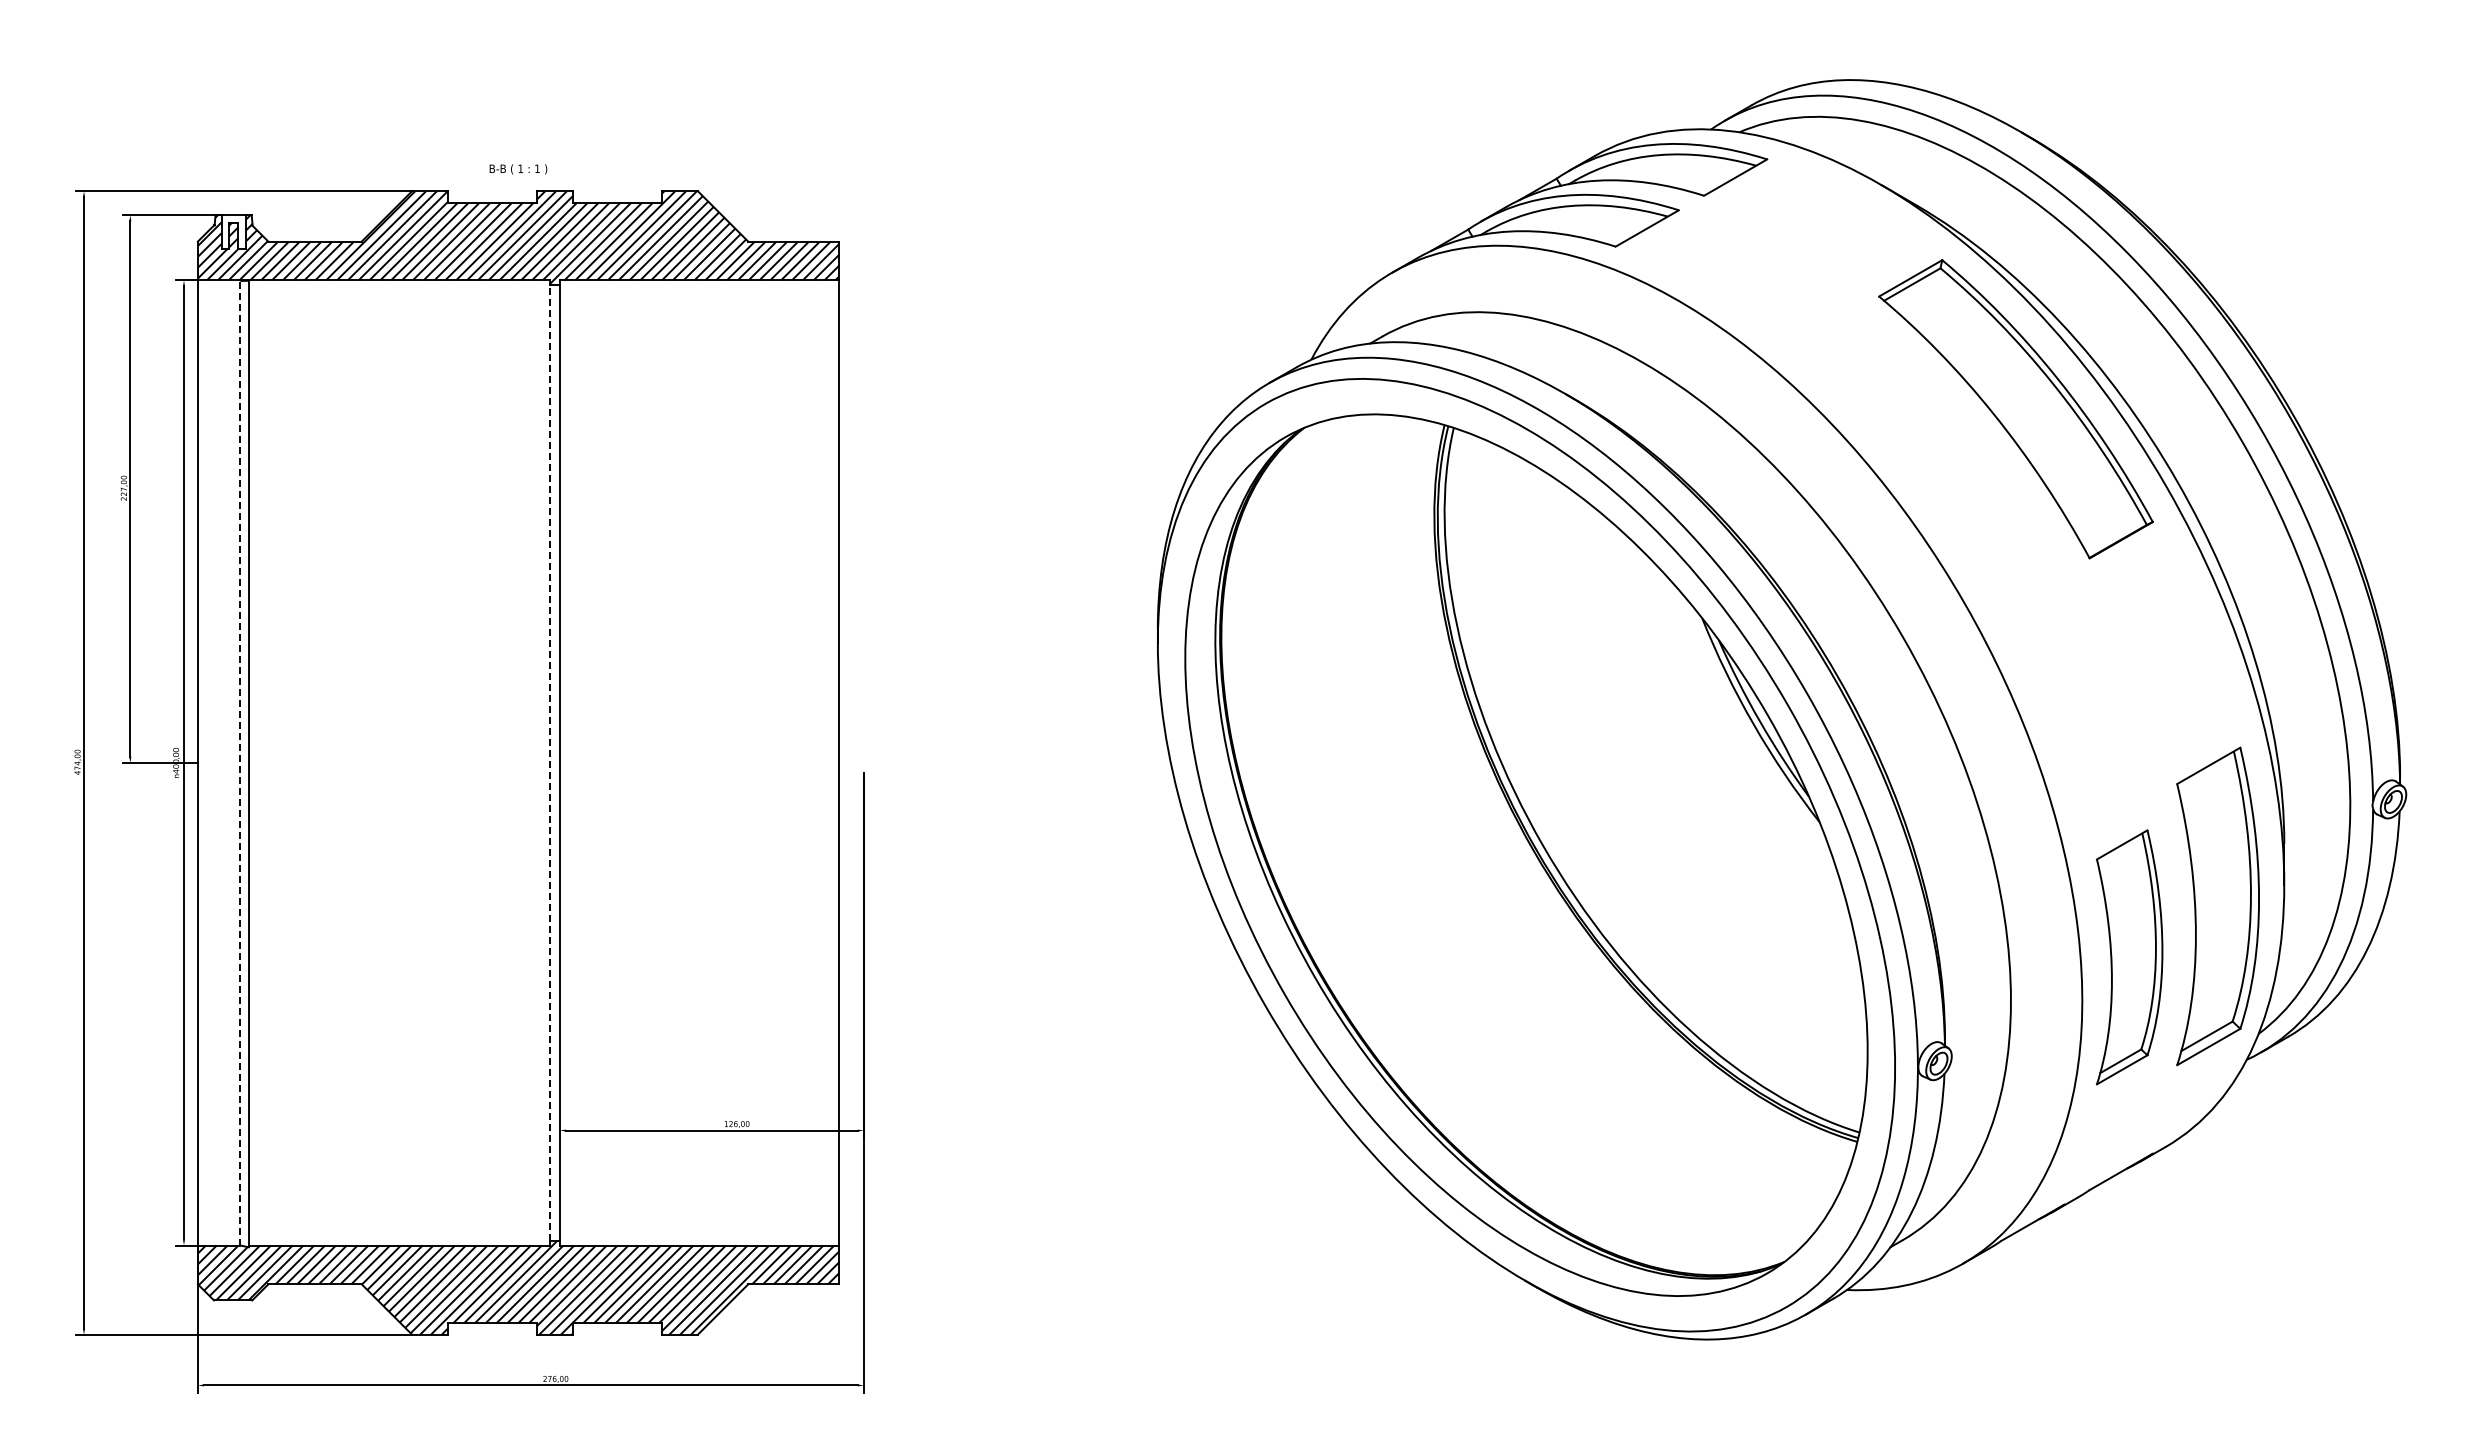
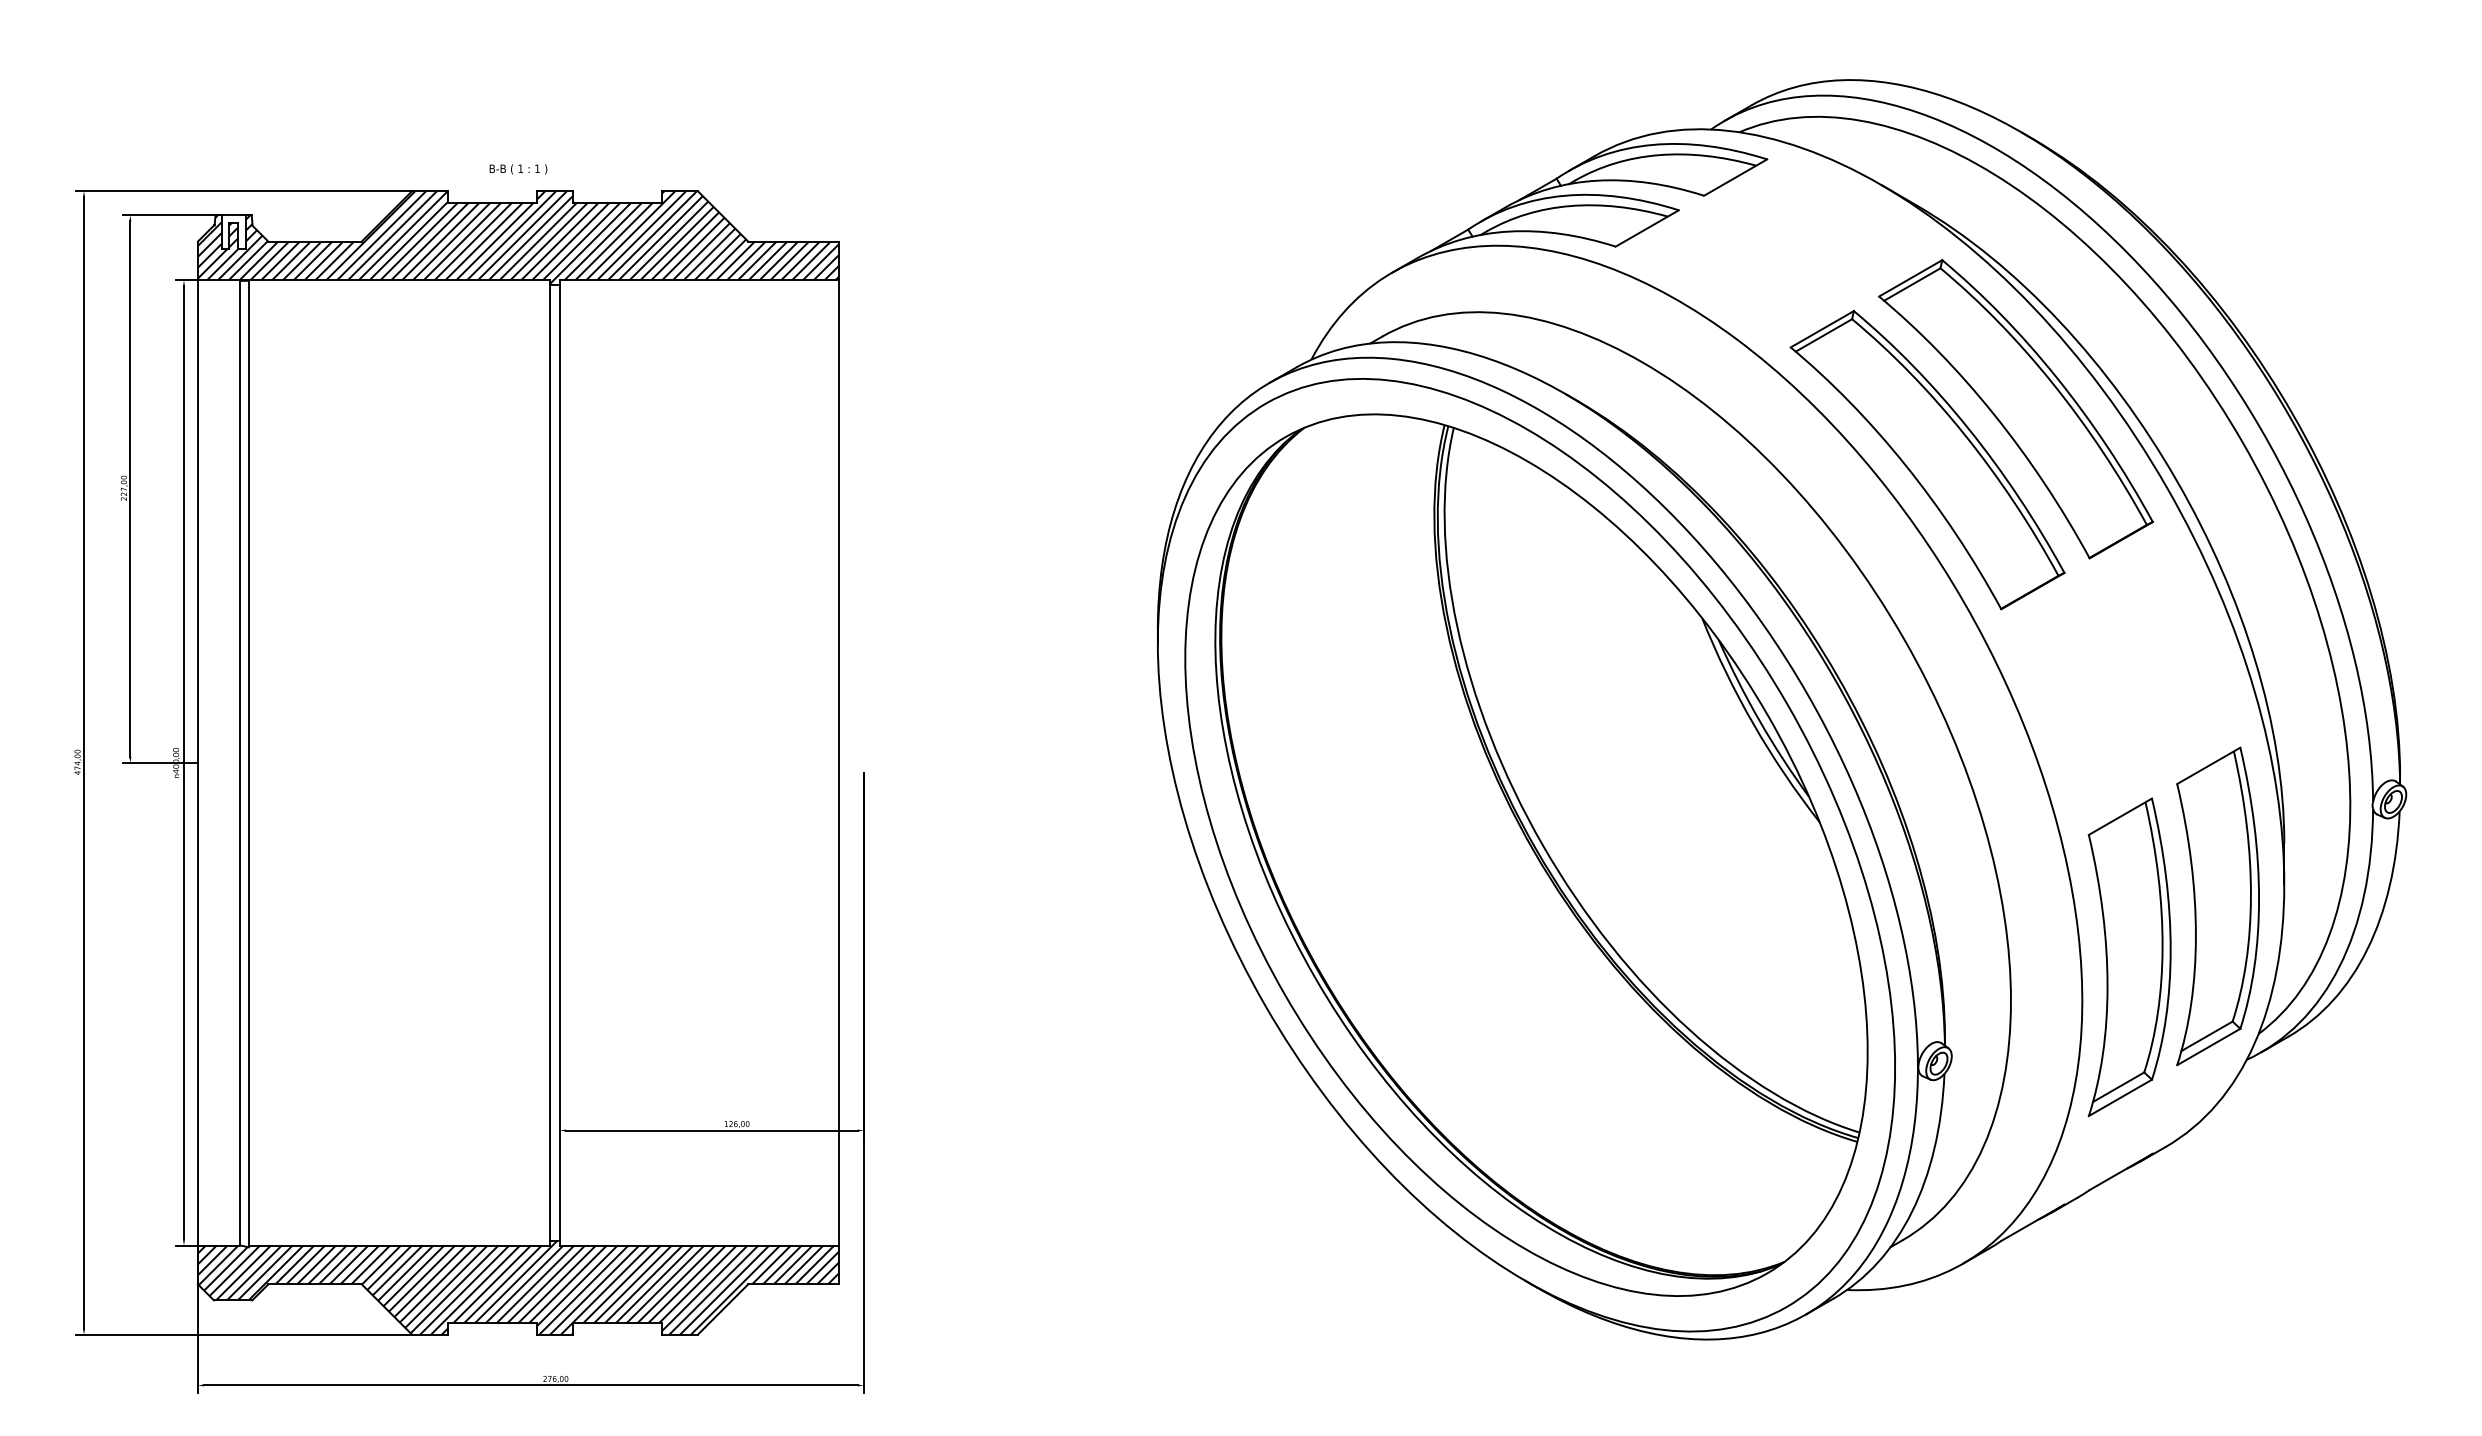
part at (1927, 460): none -> present
line at (240, 762): dashed -> solid
line at (550, 762): dashed -> solid
part at (2129, 957) size: 68x257 px -> 85x321 px
